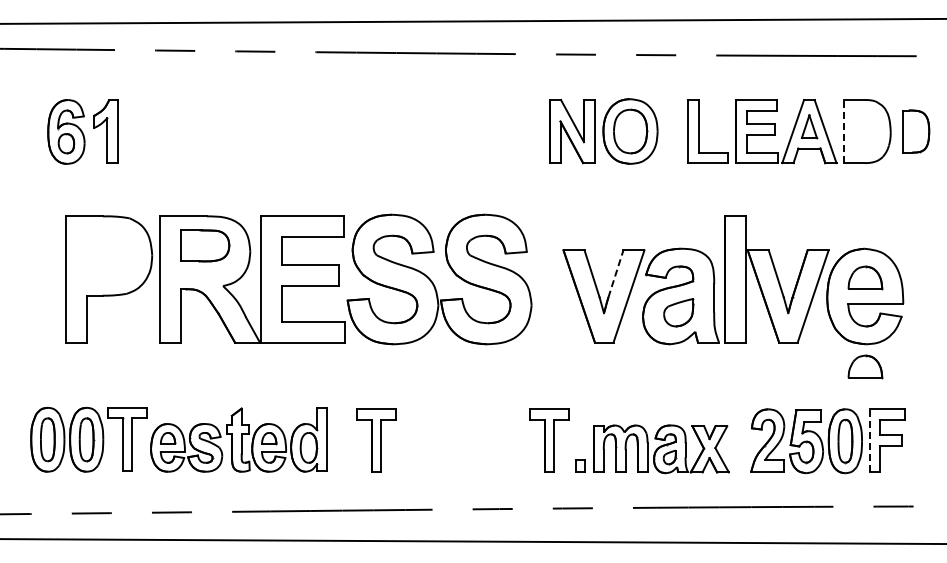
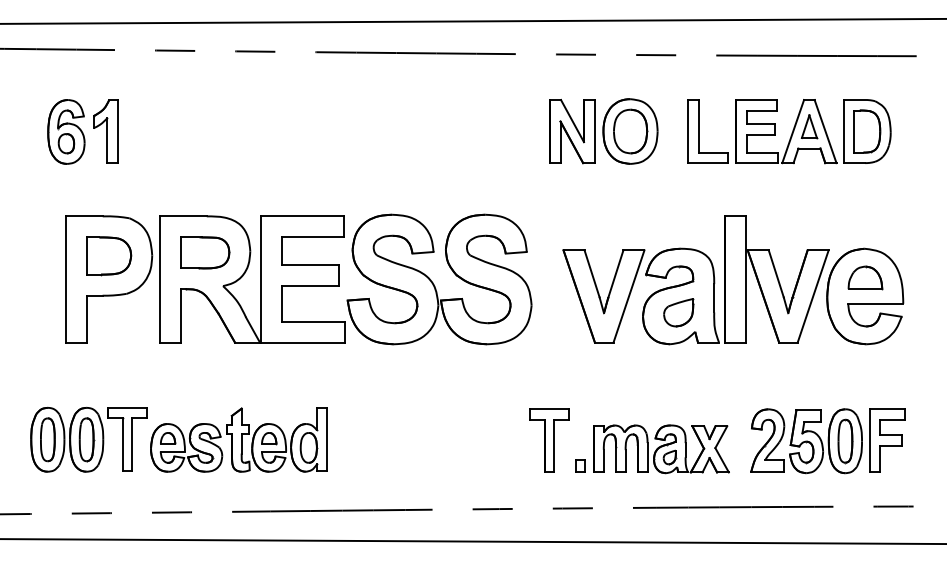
line at (843, 131): dashed -> solid
part at (916, 131) position: (916, 131) -> (867, 131)
part at (205, 245) position: (205, 245) -> (205, 252)
part at (109, 256): none -> present
line at (615, 273): dashed -> solid
part at (865, 366): present -> none
part at (376, 440): present -> none
line at (870, 440): dashed -> solid
